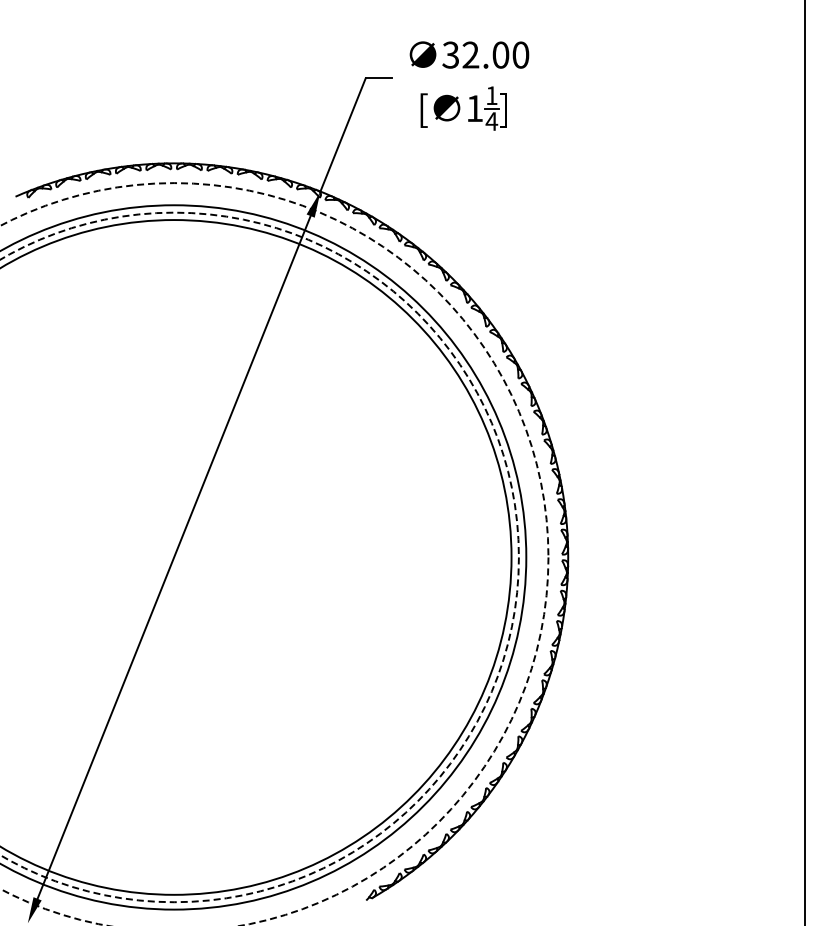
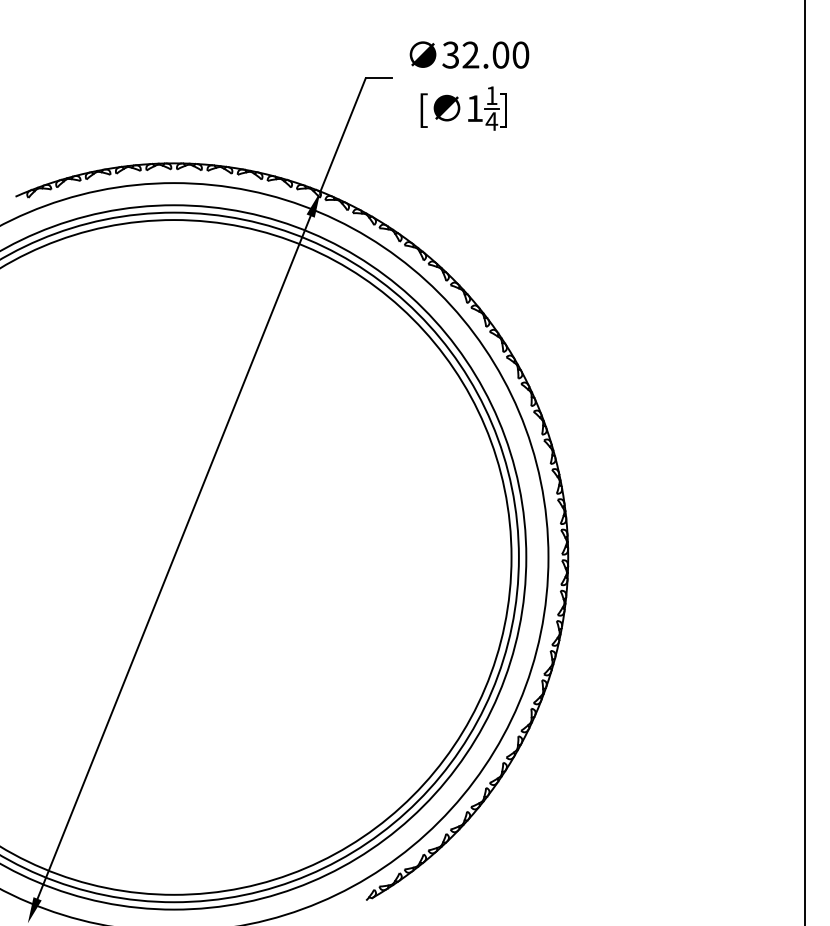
circle at (274, 554): dashed -> solid
circle at (259, 557): dashed -> solid
